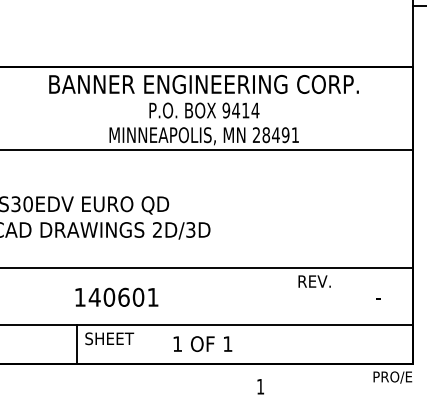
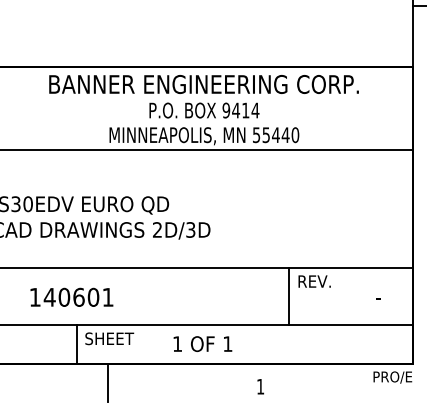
text at (276, 135): 28491 -> 55440
line at (289, 295): none -> present
text at (116, 296) position: (116, 296) -> (71, 296)
line at (108, 382): none -> present
